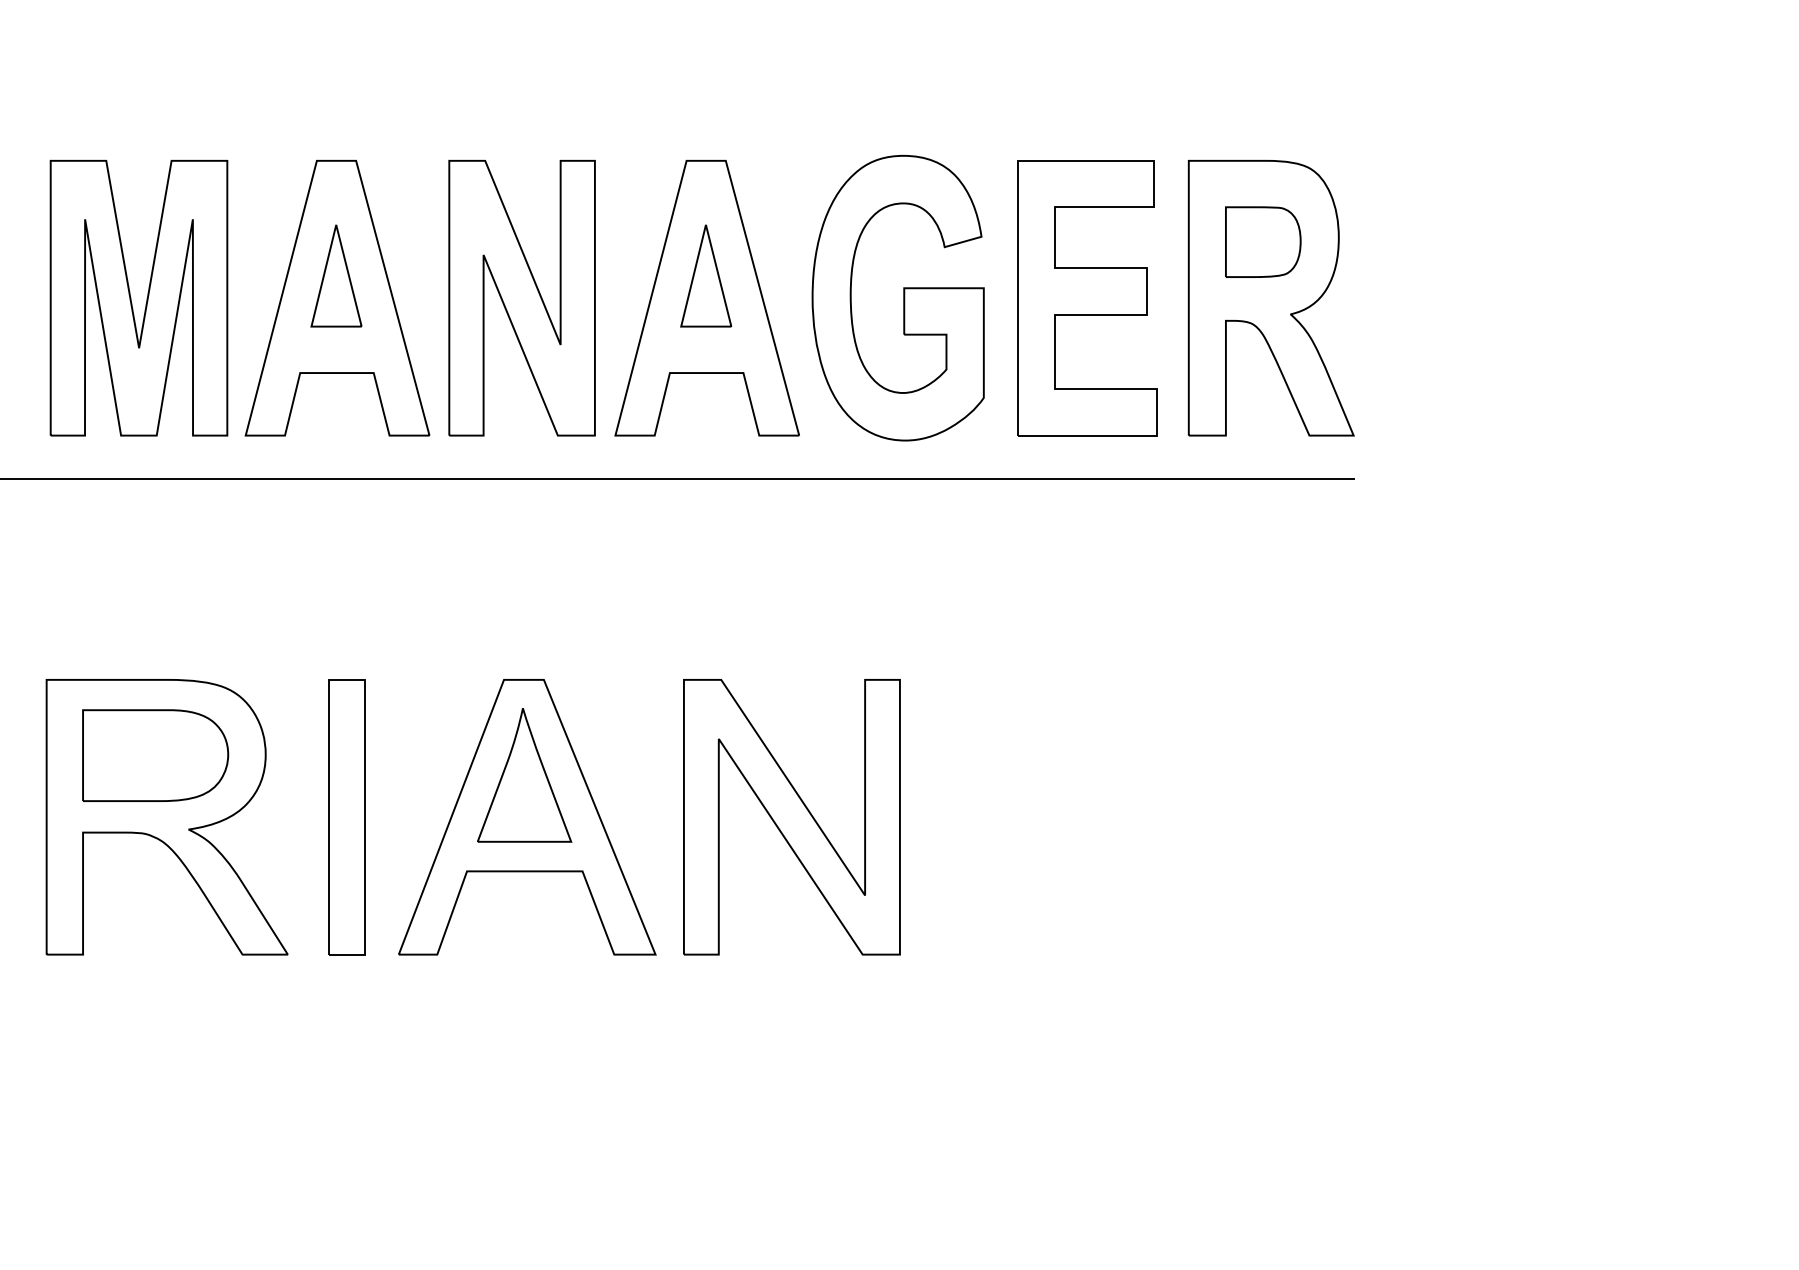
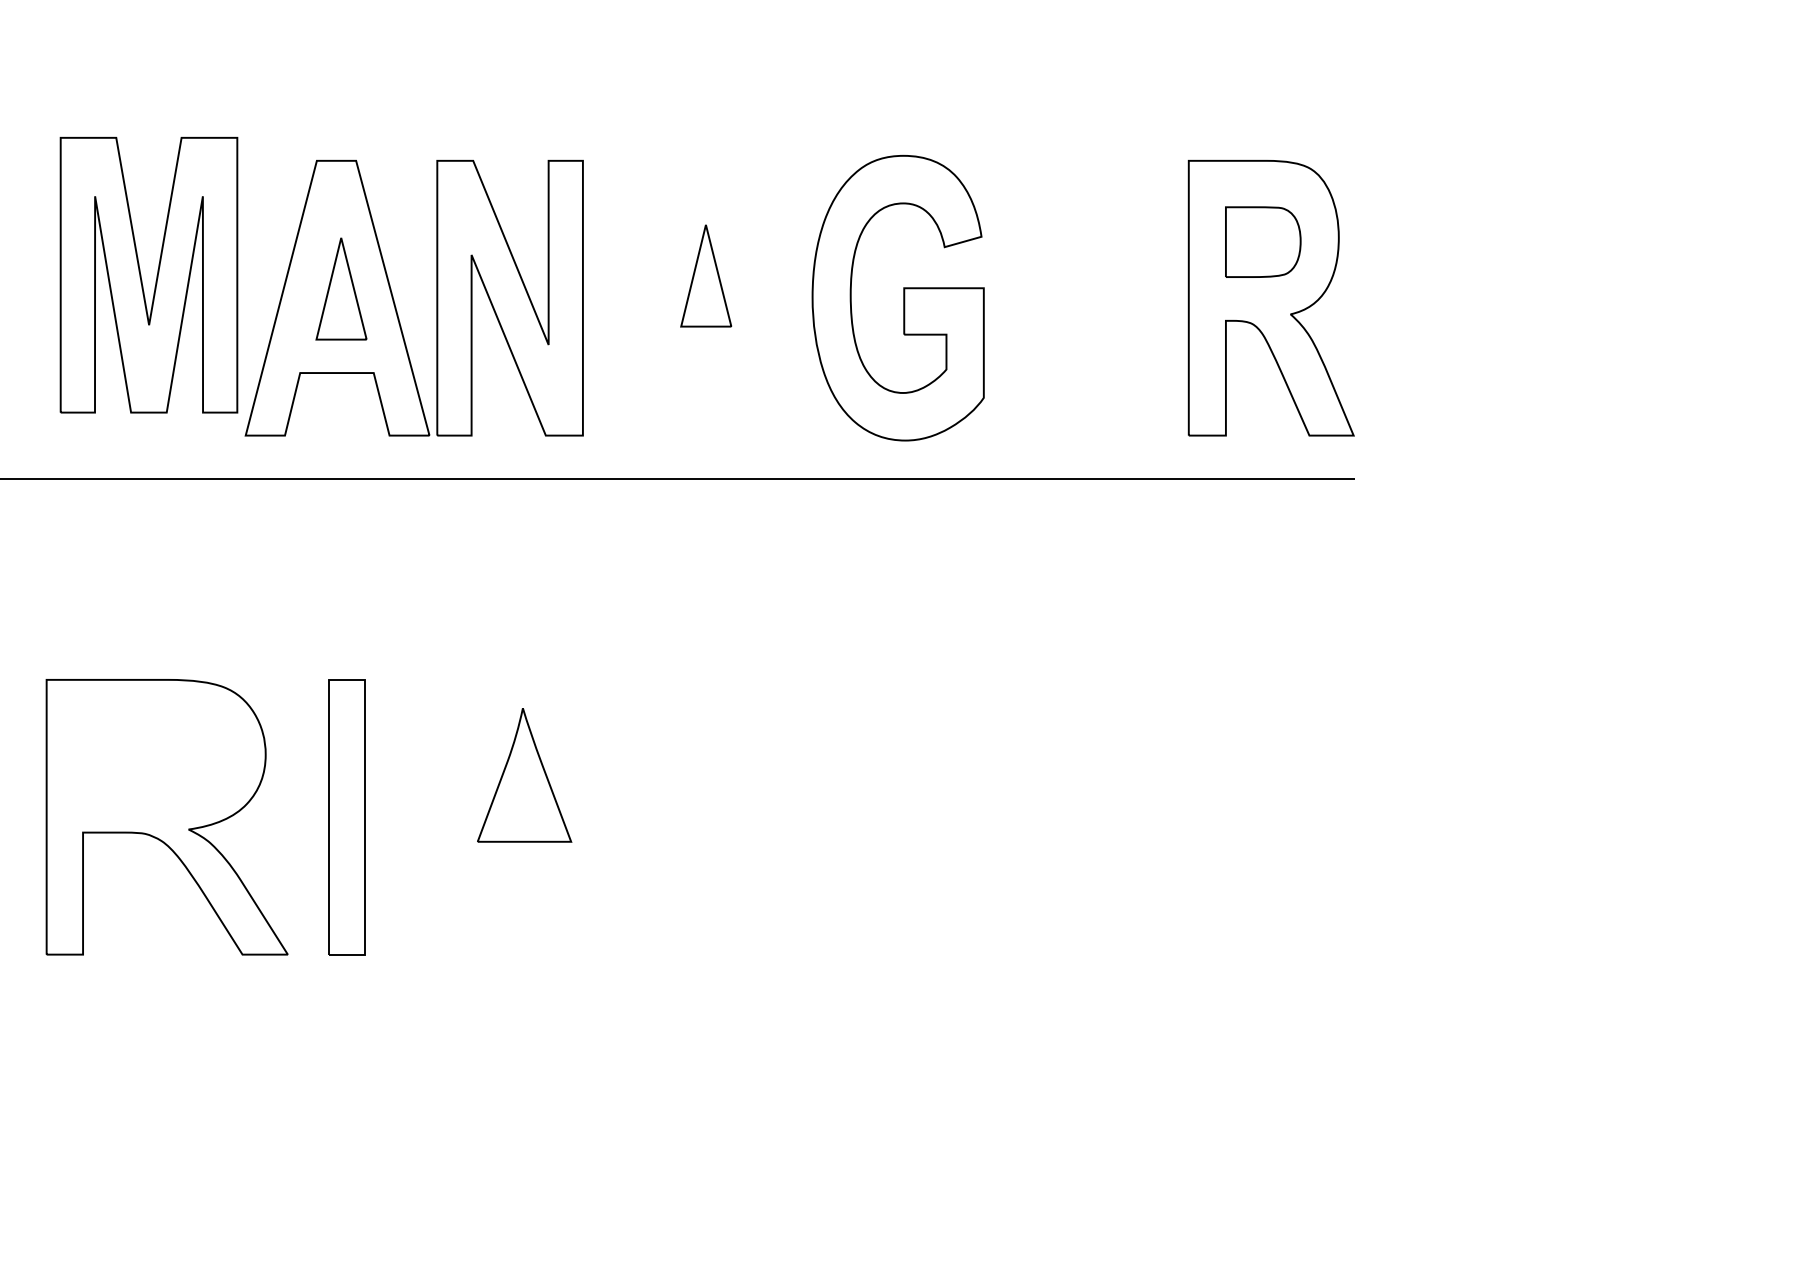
part at (336, 275) position: (336, 275) -> (341, 288)
part at (131, 298) position: (131, 298) -> (141, 275)
part at (521, 298) position: (521, 298) -> (509, 298)
part at (706, 298): present -> none
part at (1087, 298): present -> none
part at (155, 755): present -> none
part at (527, 817): present -> none
part at (791, 817): present -> none
